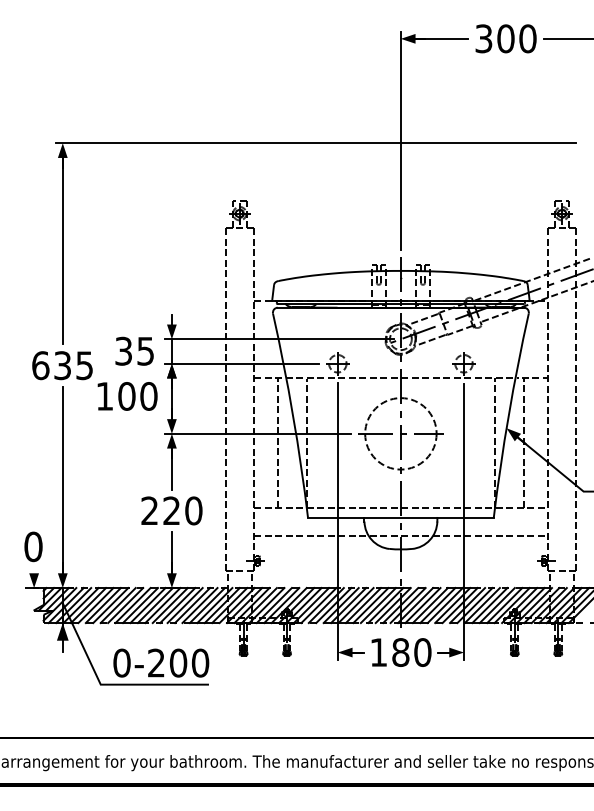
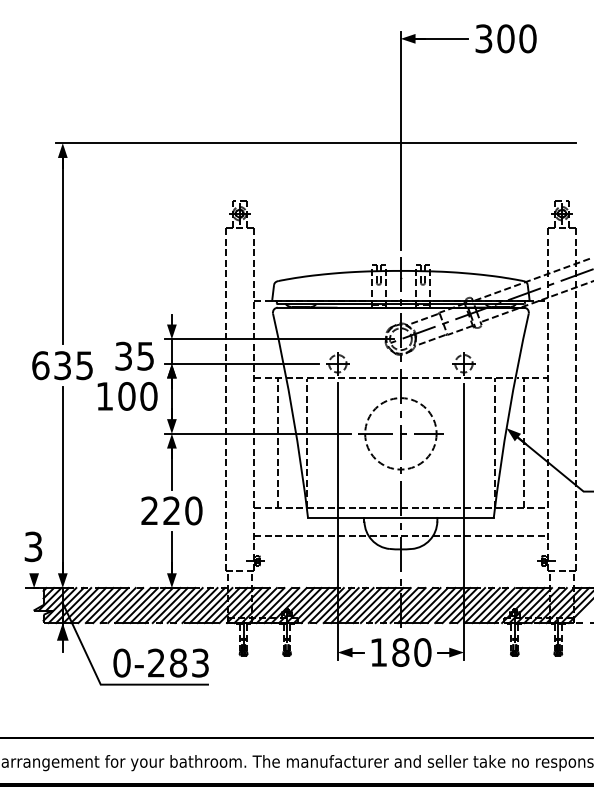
line at (566, 38): present -> none
text at (134, 350) position: (134, 350) -> (134, 355)
text at (33, 546): 0 -> 3
text at (189, 662): 0-200 -> 0-283
